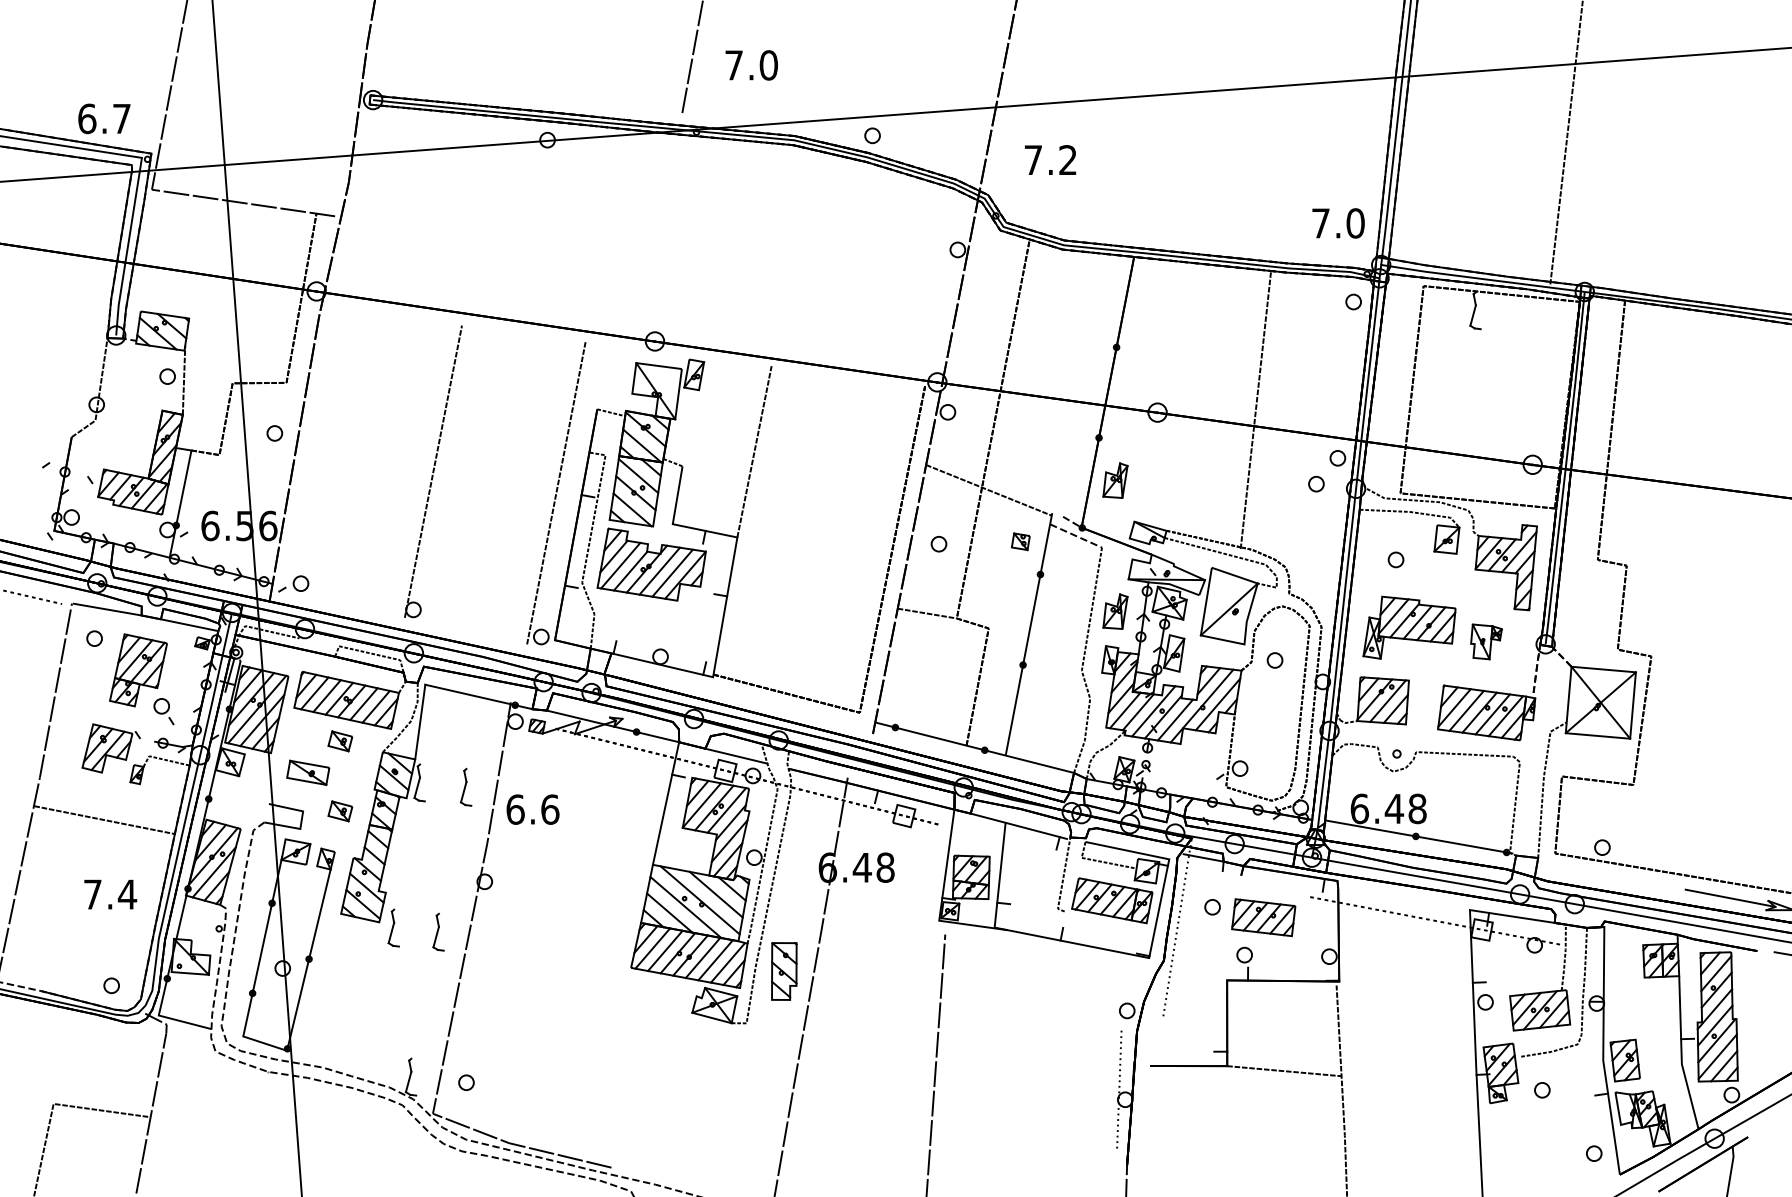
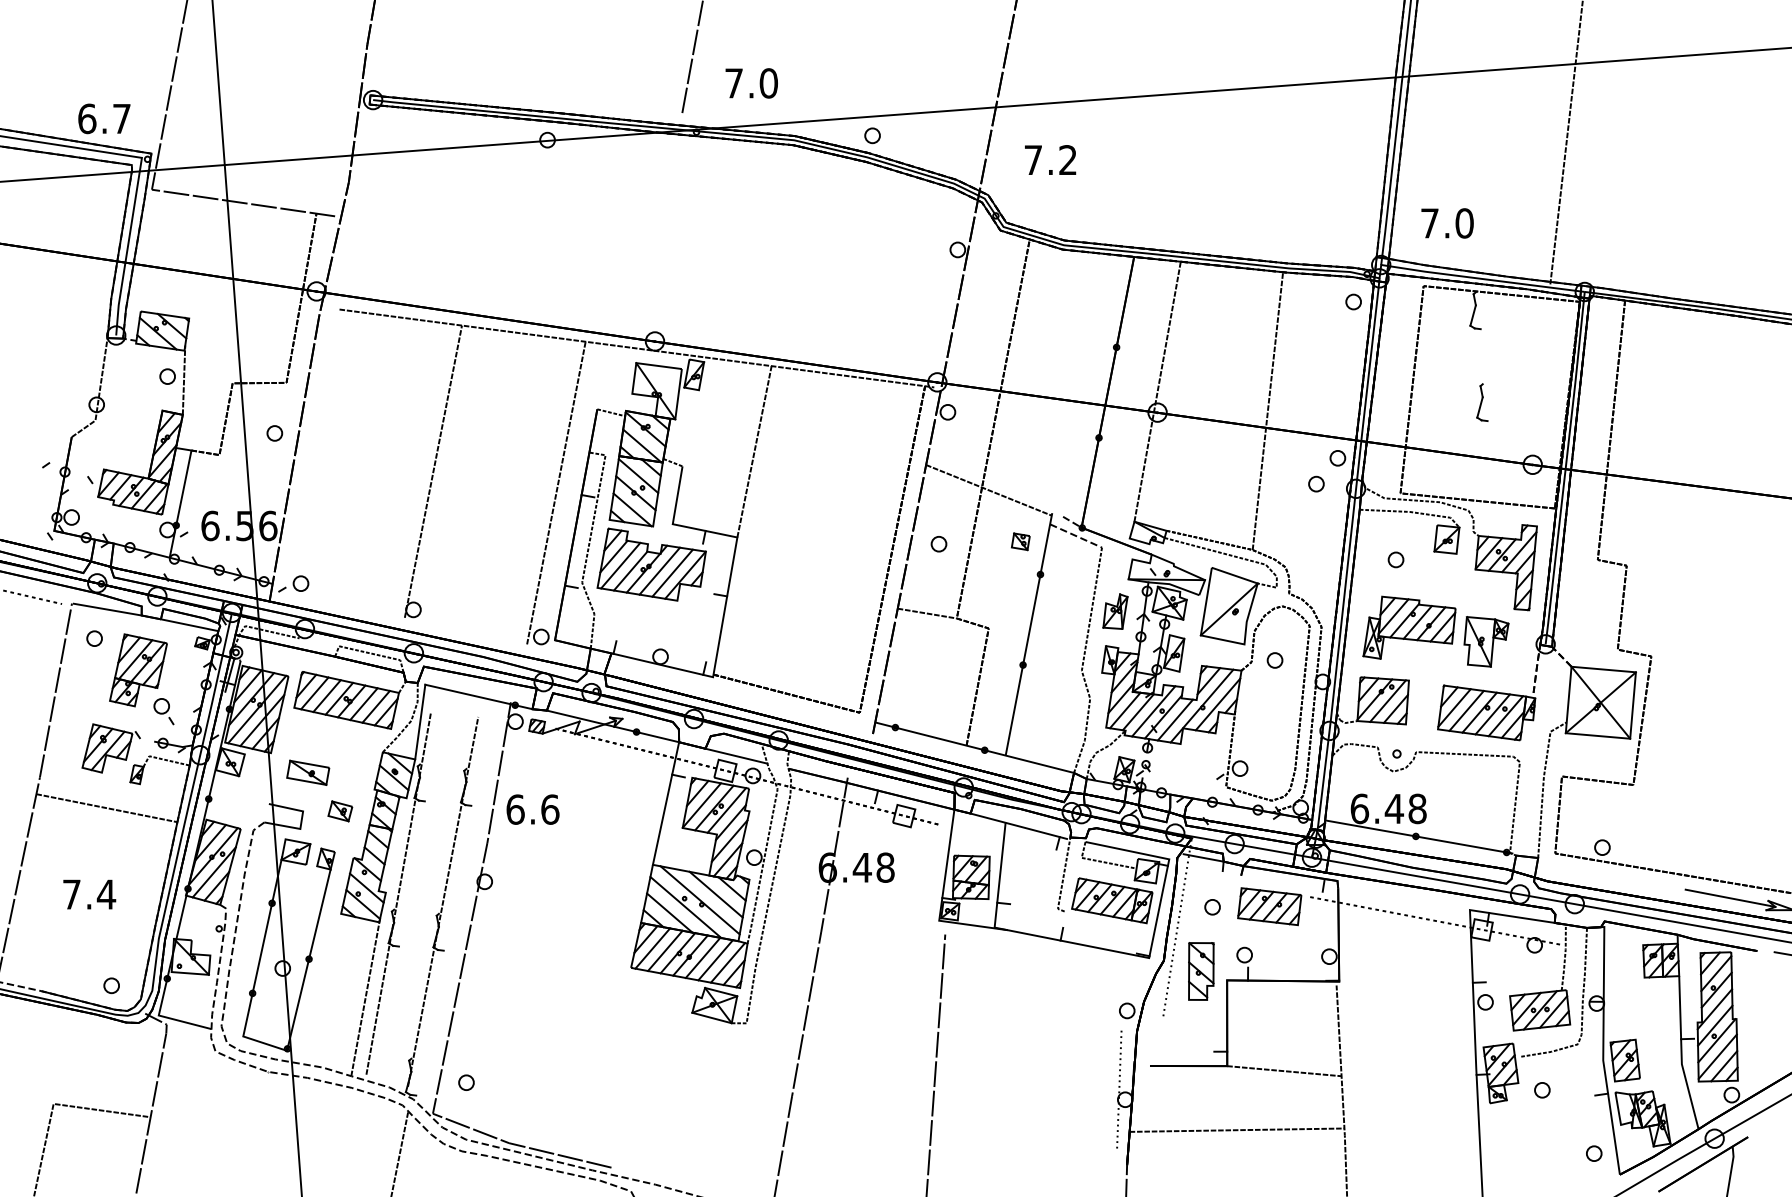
text at (751, 65) position: (751, 65) -> (751, 83)
text at (1338, 223) position: (1338, 223) -> (1447, 223)
line at (636, 348): none -> present
line at (1157, 391): none -> present
part at (1482, 402): none -> present
line at (1255, 410) position: (1255, 410) -> (1267, 411)
part at (1115, 480): present -> none
part at (1486, 641) size: 33x38 px -> 47x52 px
part at (340, 741): present -> none
line at (104, 820) position: (104, 820) -> (106, 808)
line at (398, 893): none -> present
text at (110, 894) position: (110, 894) -> (89, 894)
line at (443, 901): none -> present
part at (1263, 917) position: (1263, 917) -> (1269, 906)
part at (784, 971) position: (784, 971) -> (1201, 971)
line at (365, 997): none -> present
line at (1236, 1129): none -> present
line at (399, 1152): none -> present
